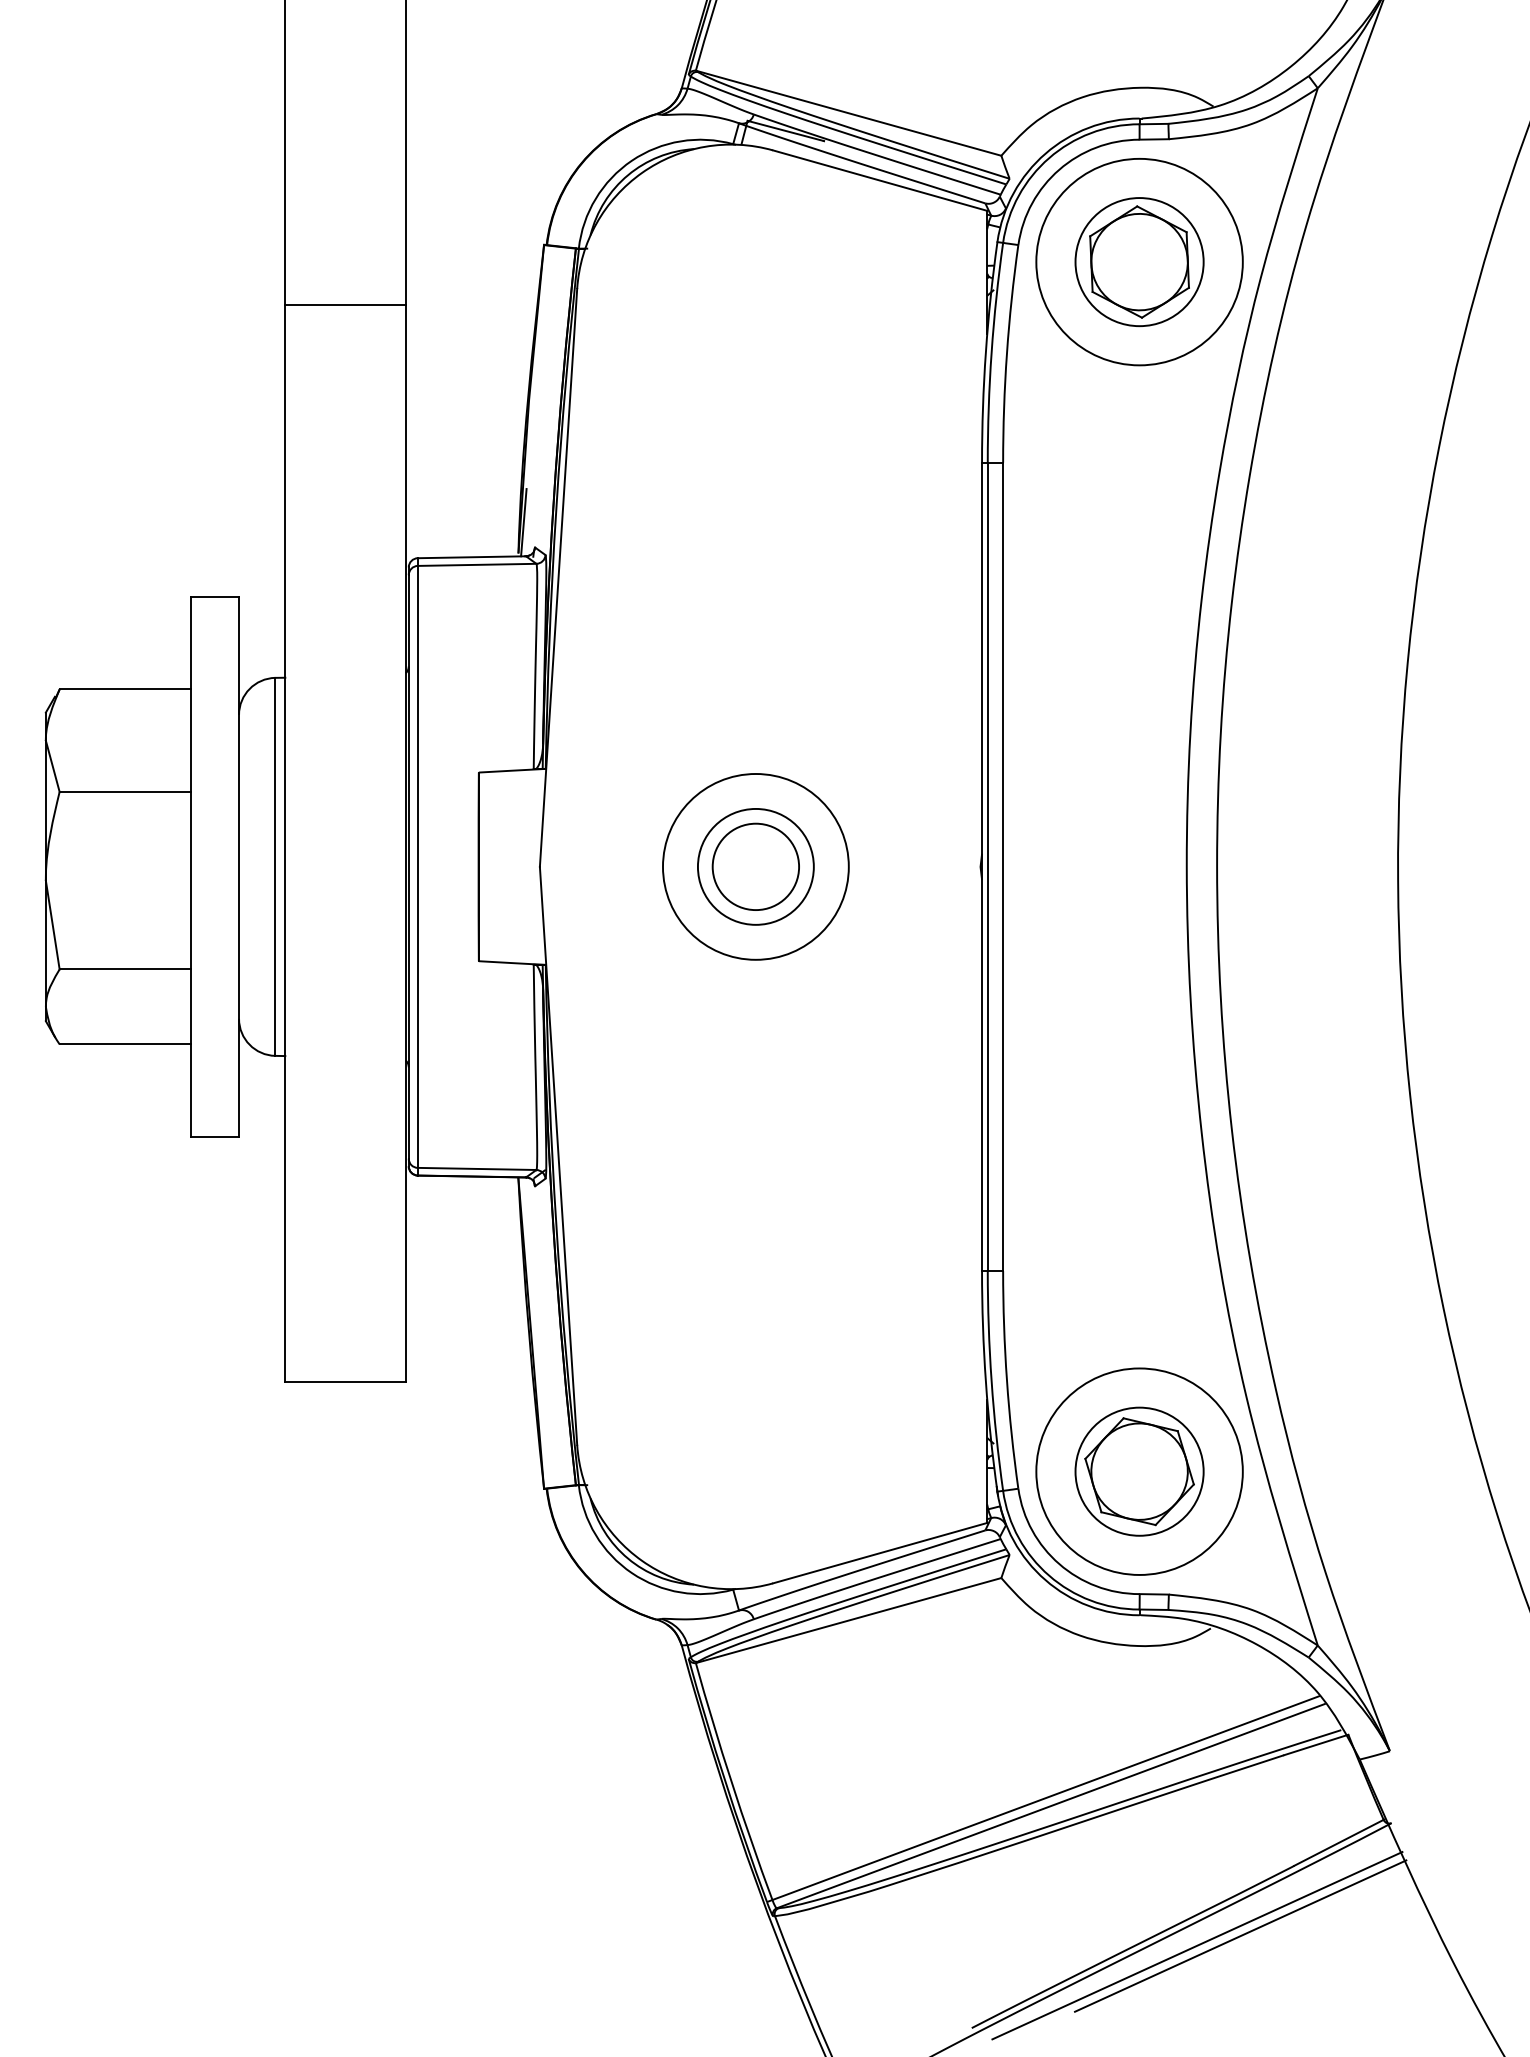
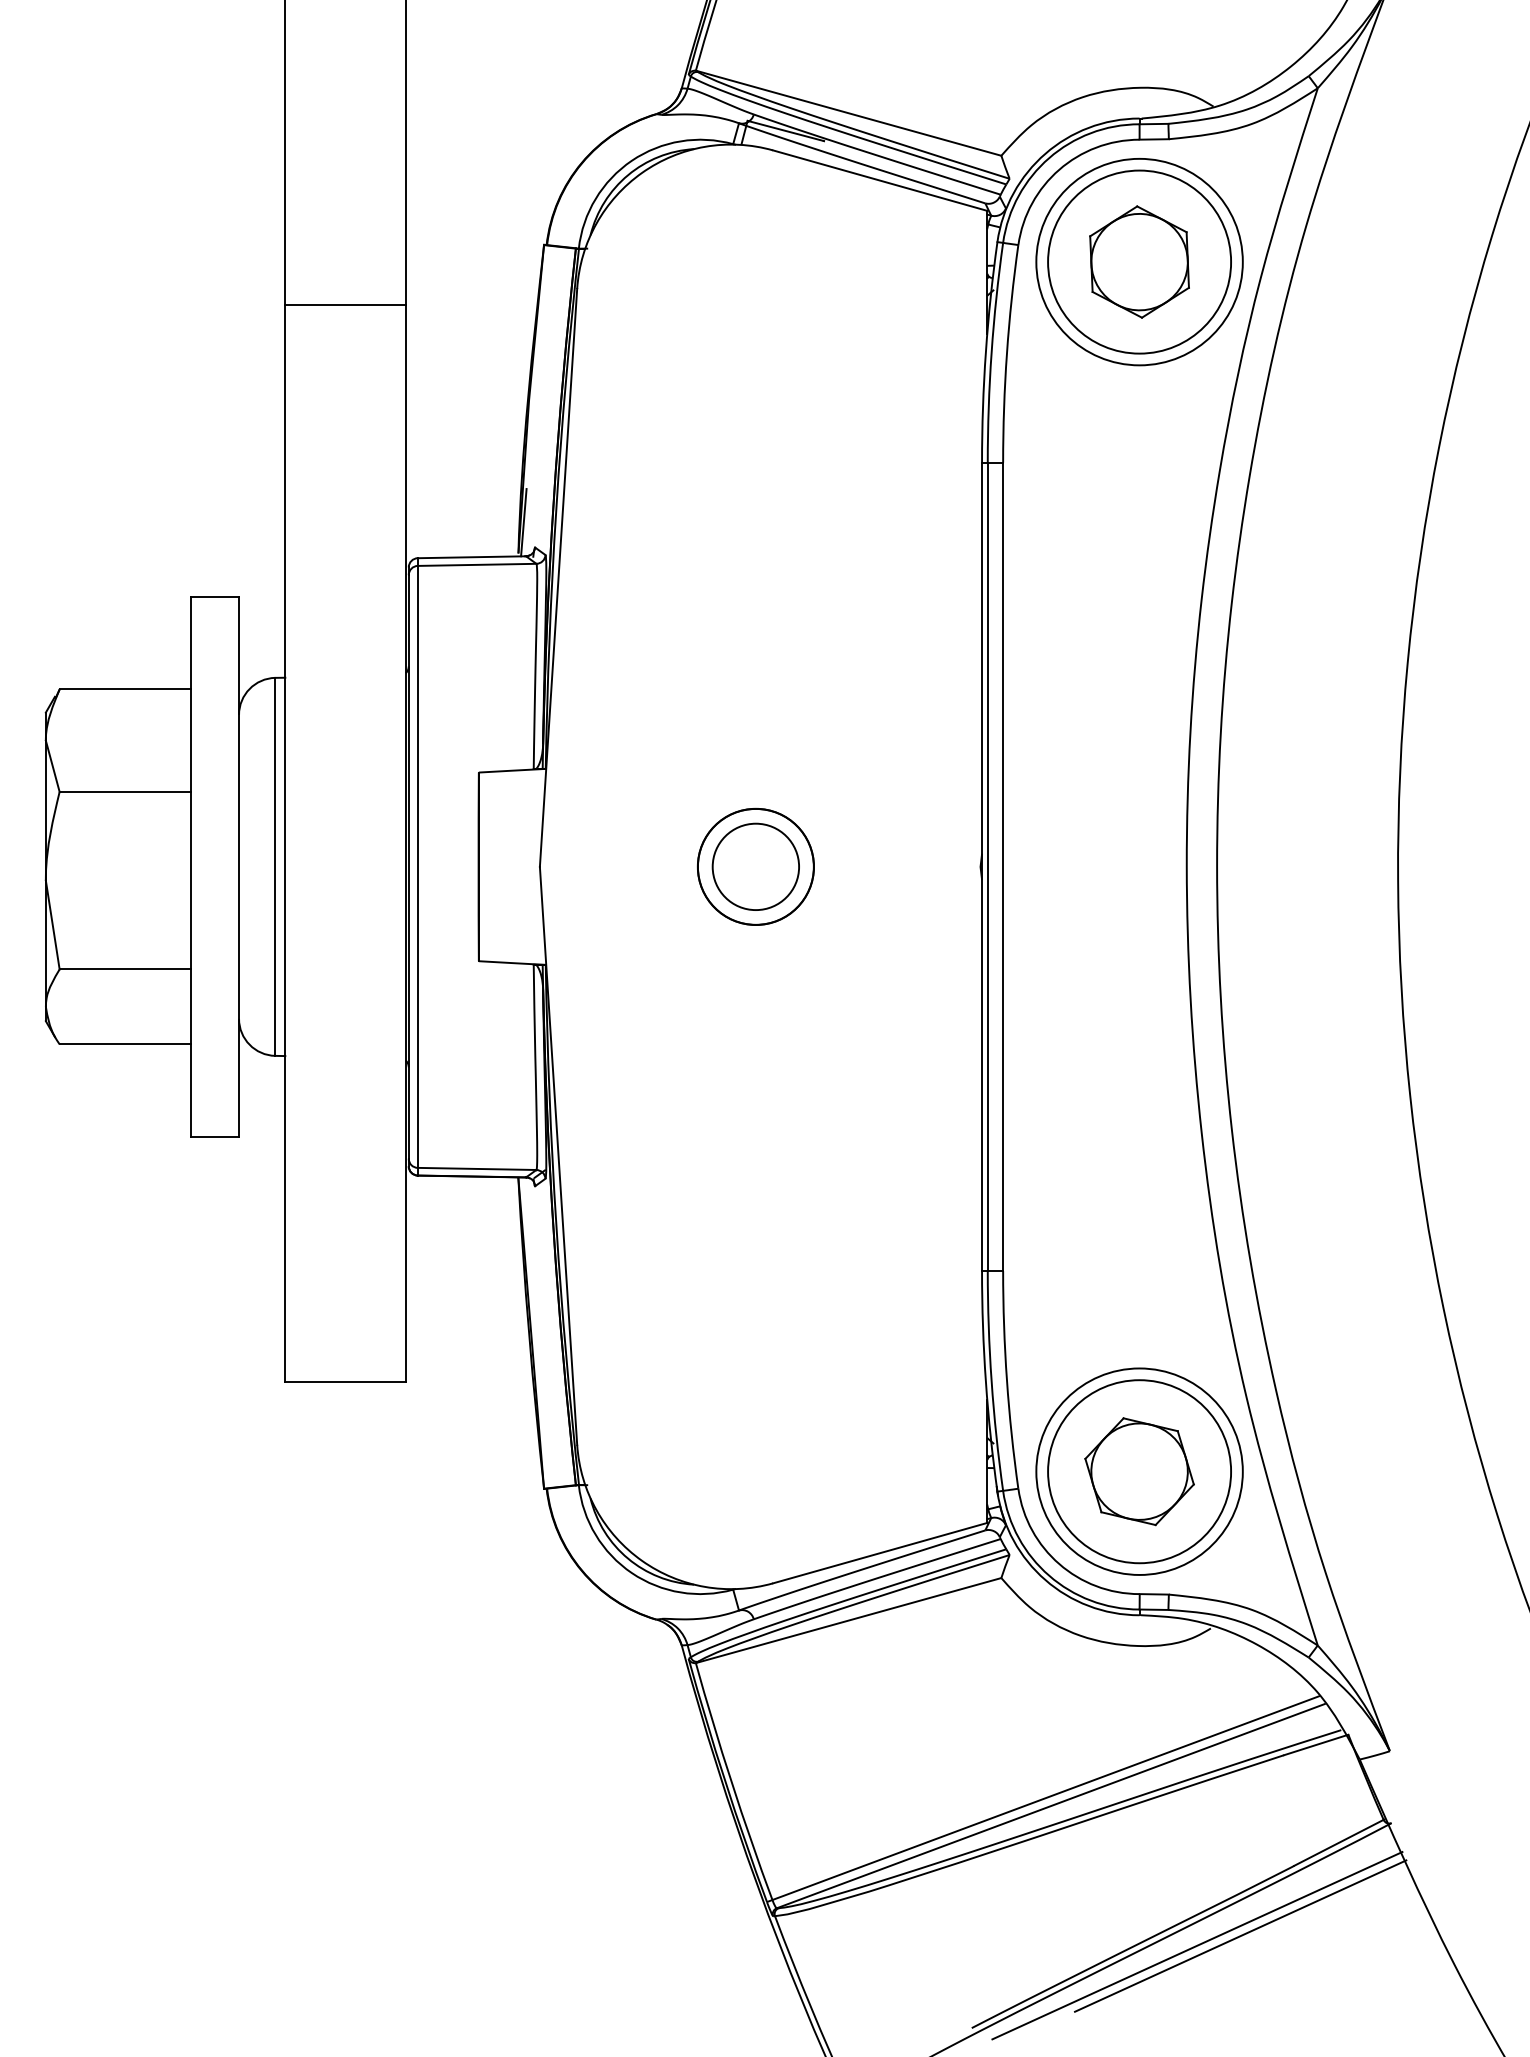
circle at (1139, 262) diameter: 128 px -> 183 px
circle at (755, 866) diameter: 186 px -> 116 px
circle at (1139, 1471) diameter: 128 px -> 183 px
